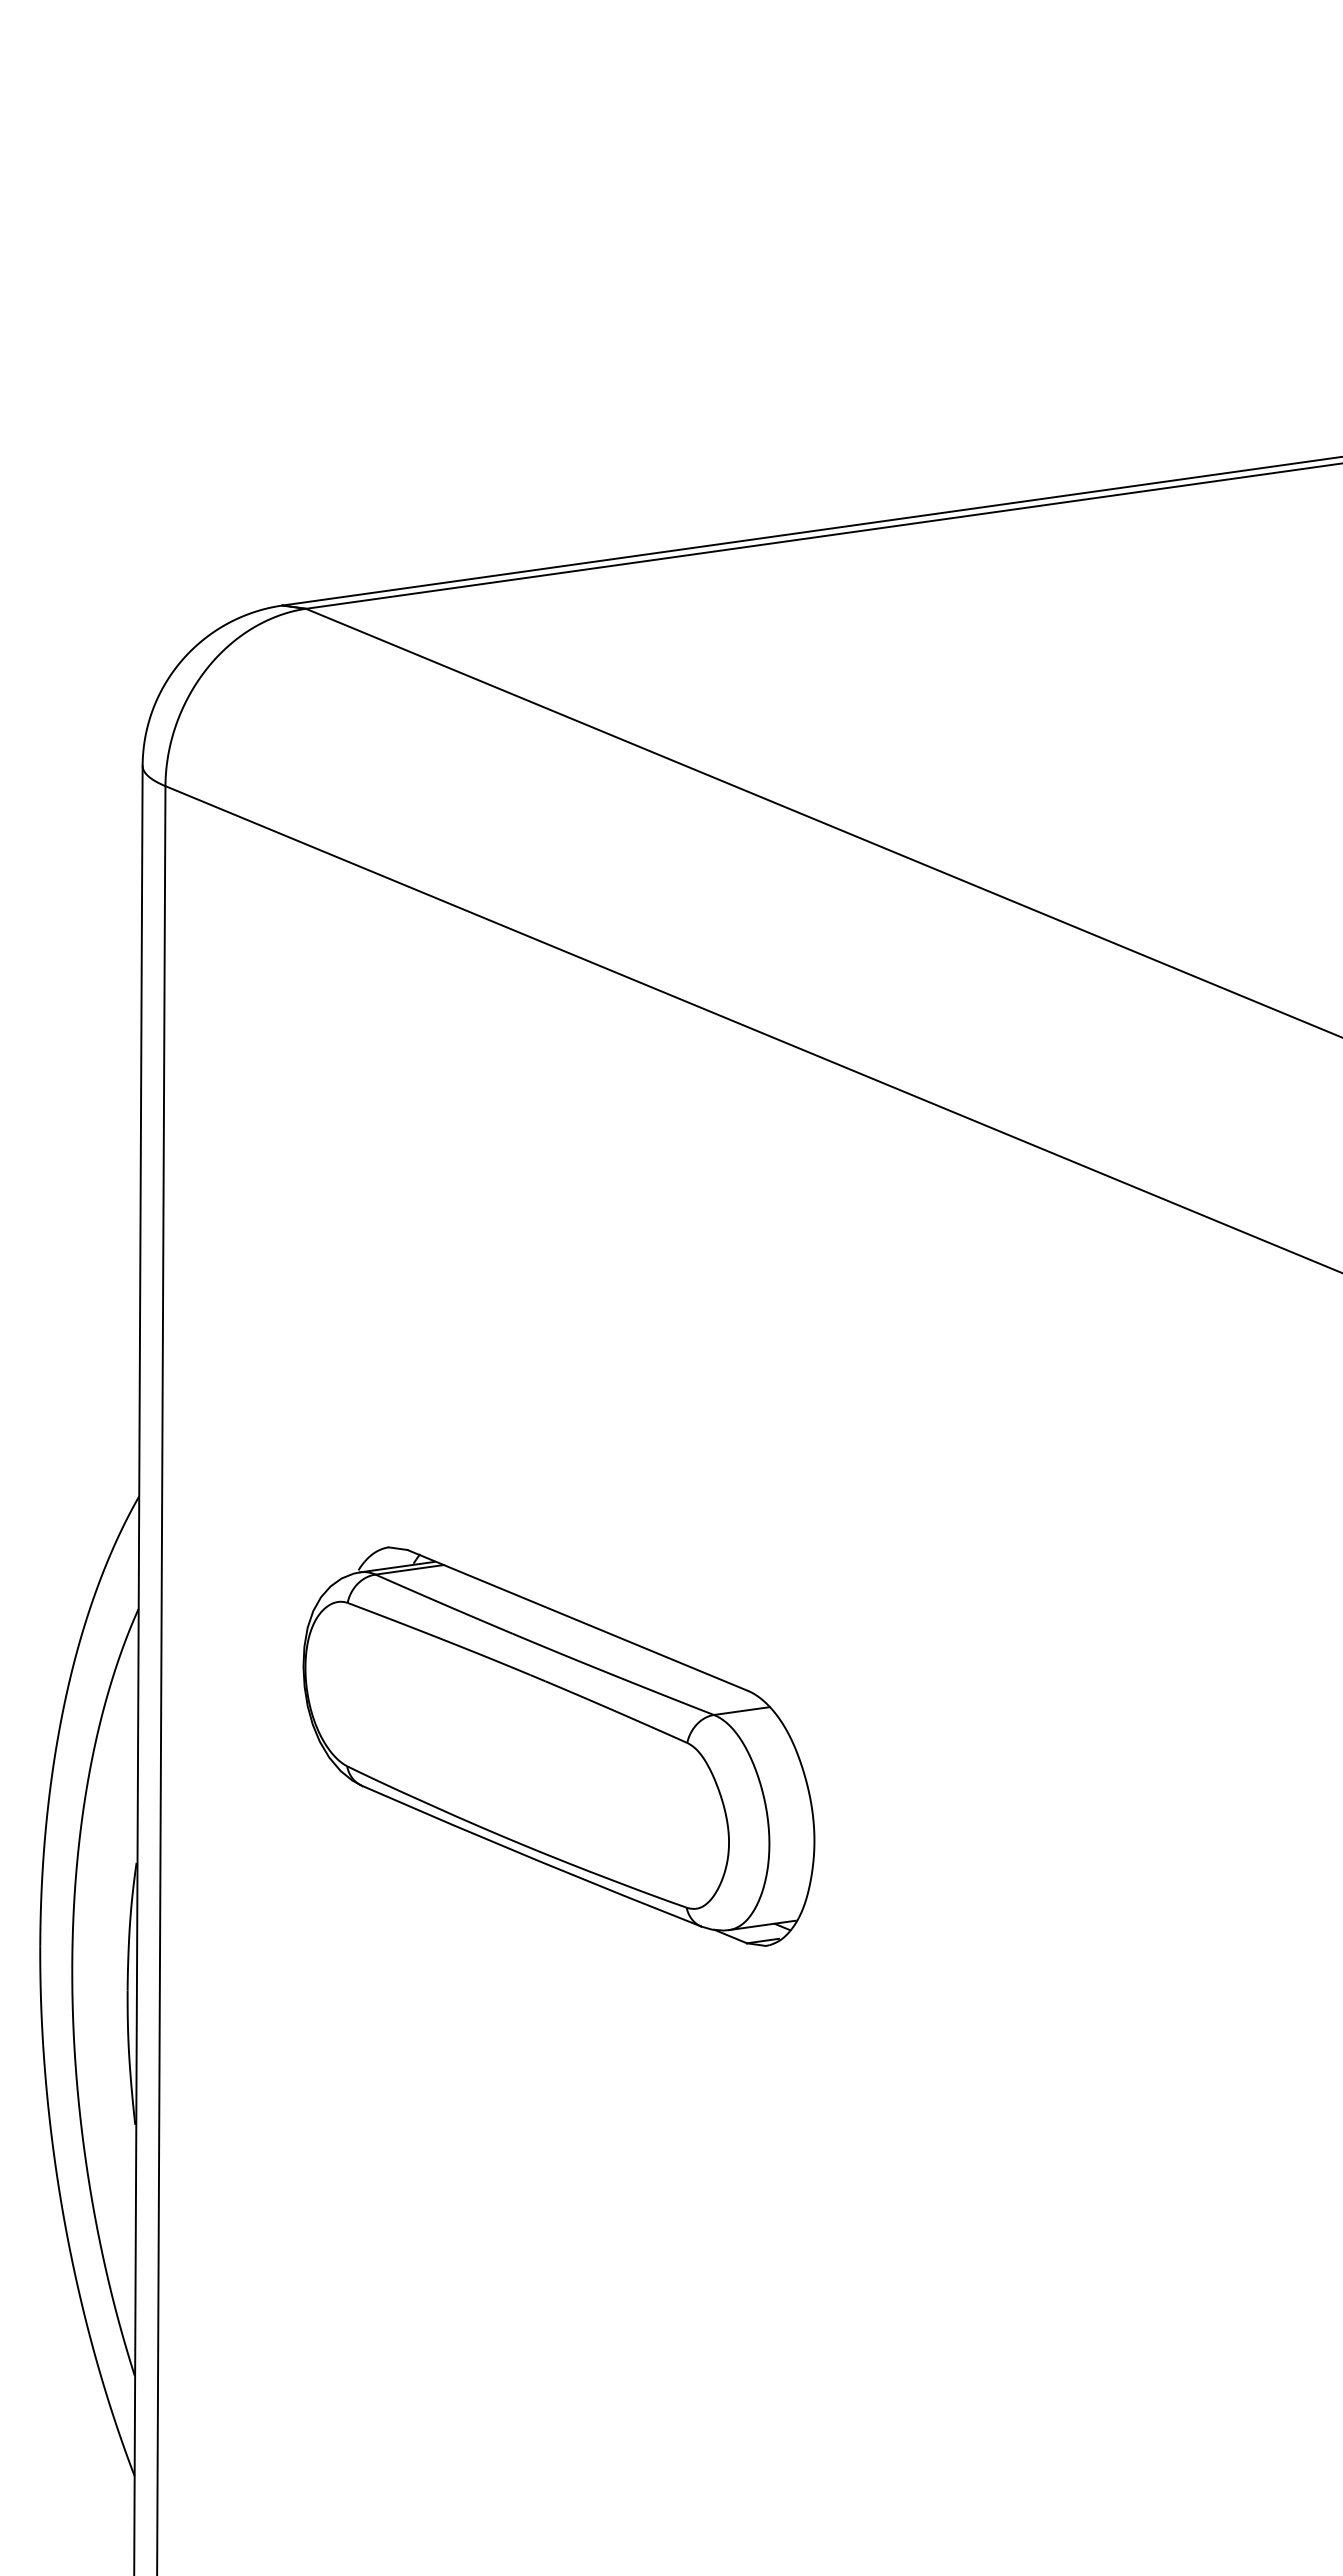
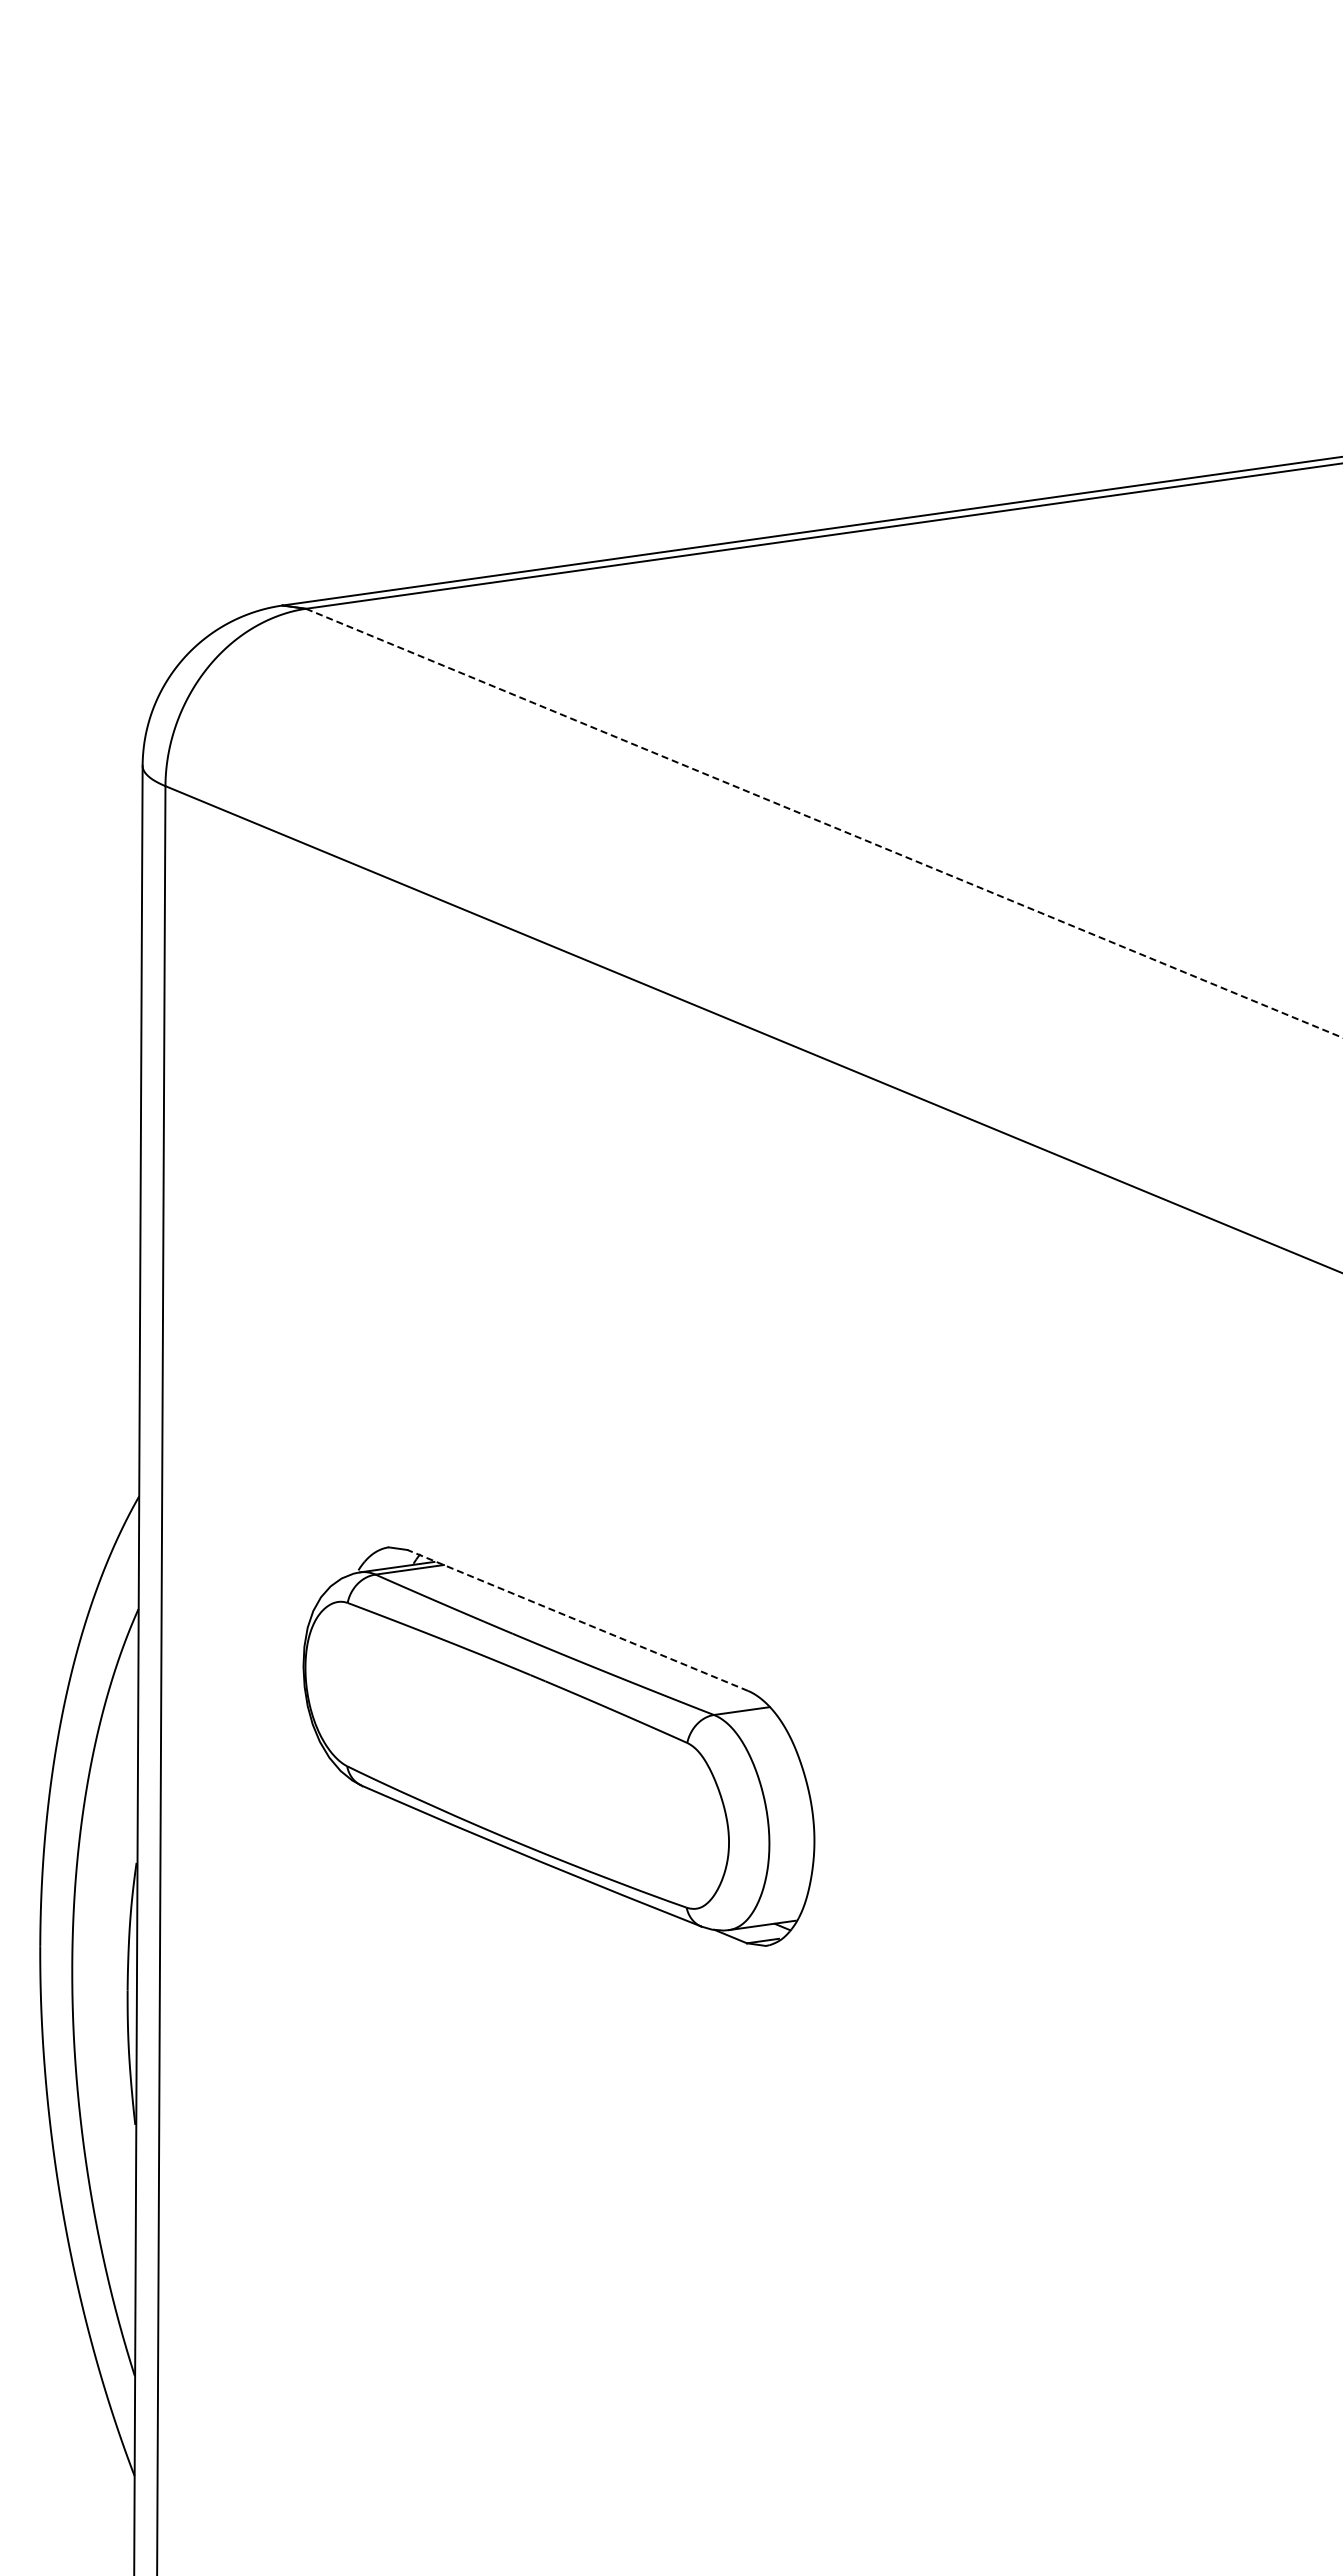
line at (824, 823): solid -> dashed
line at (577, 1620): solid -> dashed
